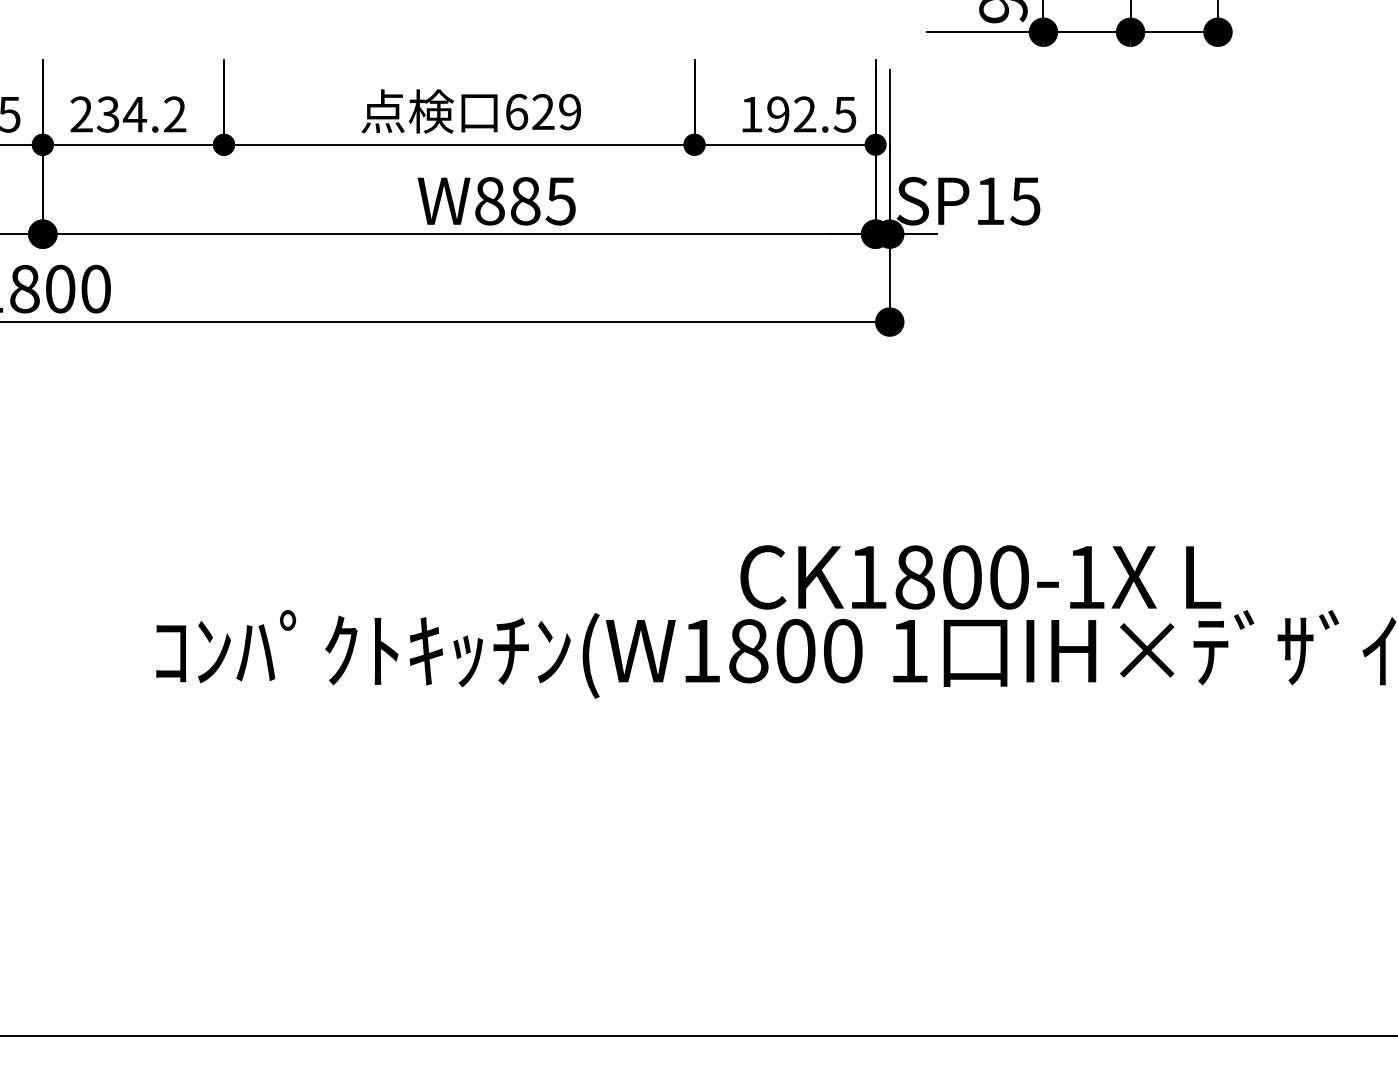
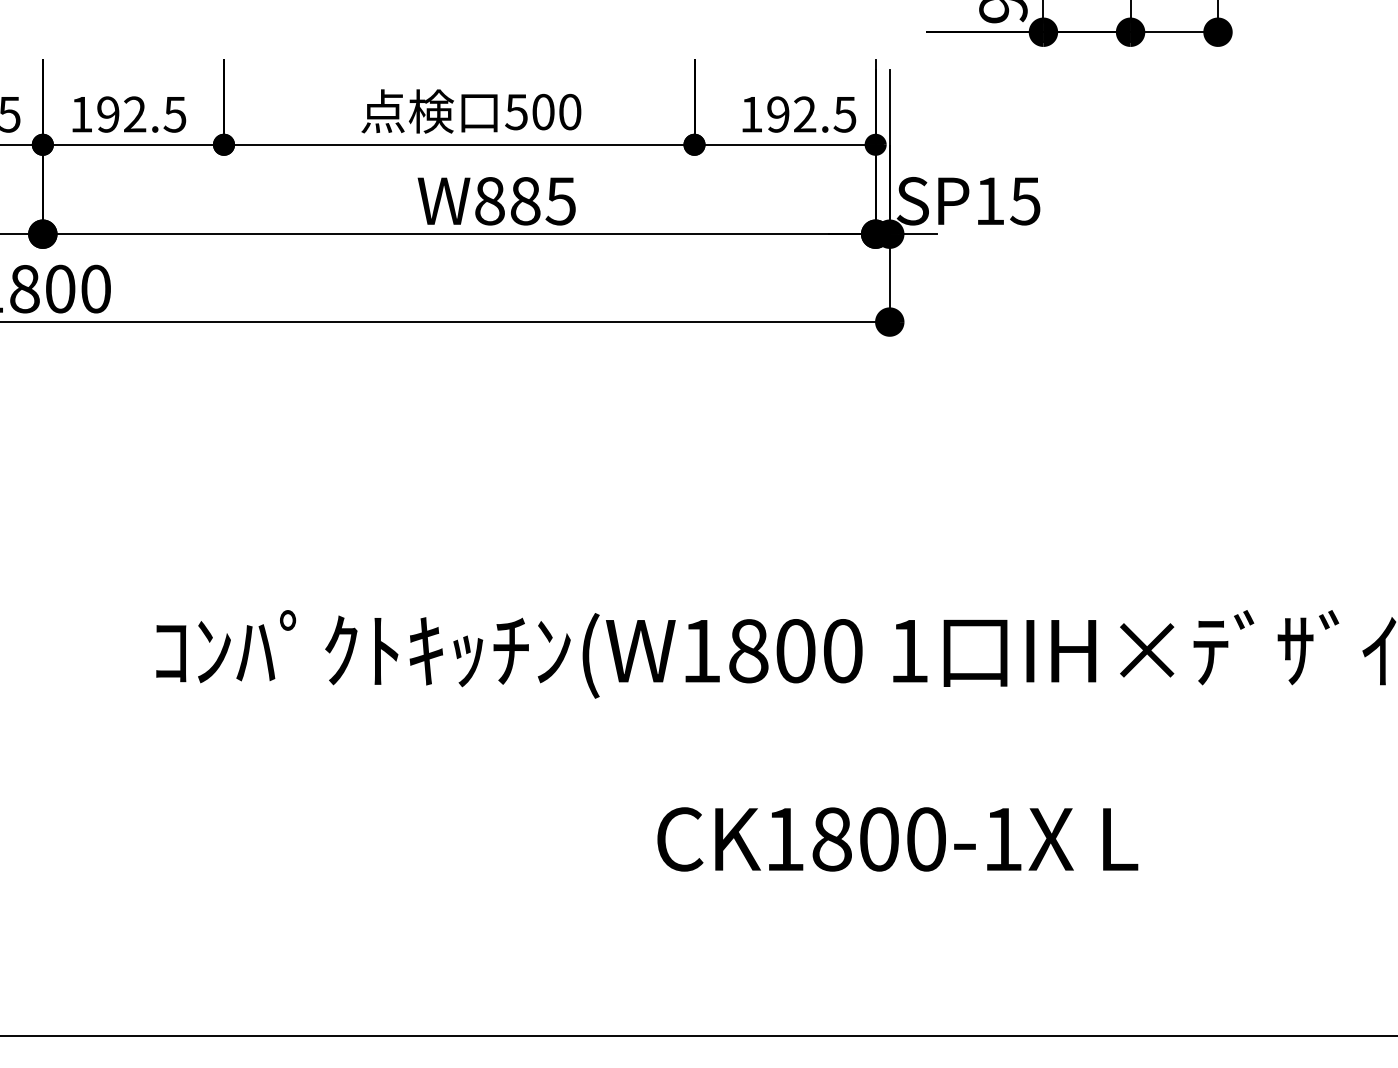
text at (543, 111): 629 -> 500
text at (128, 114): 234.2 -> 192.5
text at (980, 577) position: (980, 577) -> (897, 839)
